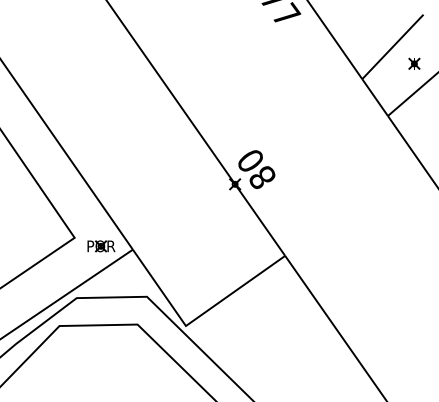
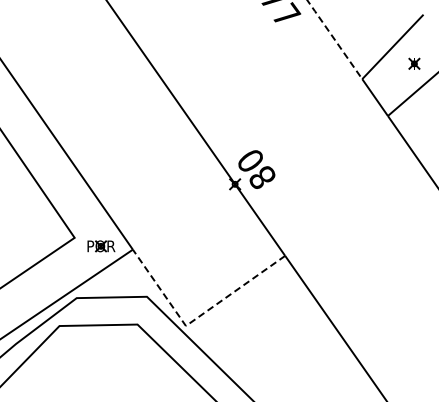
line at (334, 39): solid -> dashed
line at (197, 317): solid -> dashed
